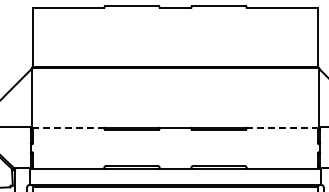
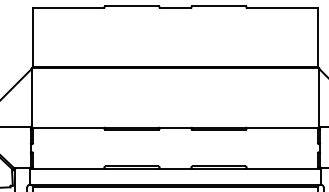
line at (68, 127): dashed -> solid
line at (282, 127): dashed -> solid
